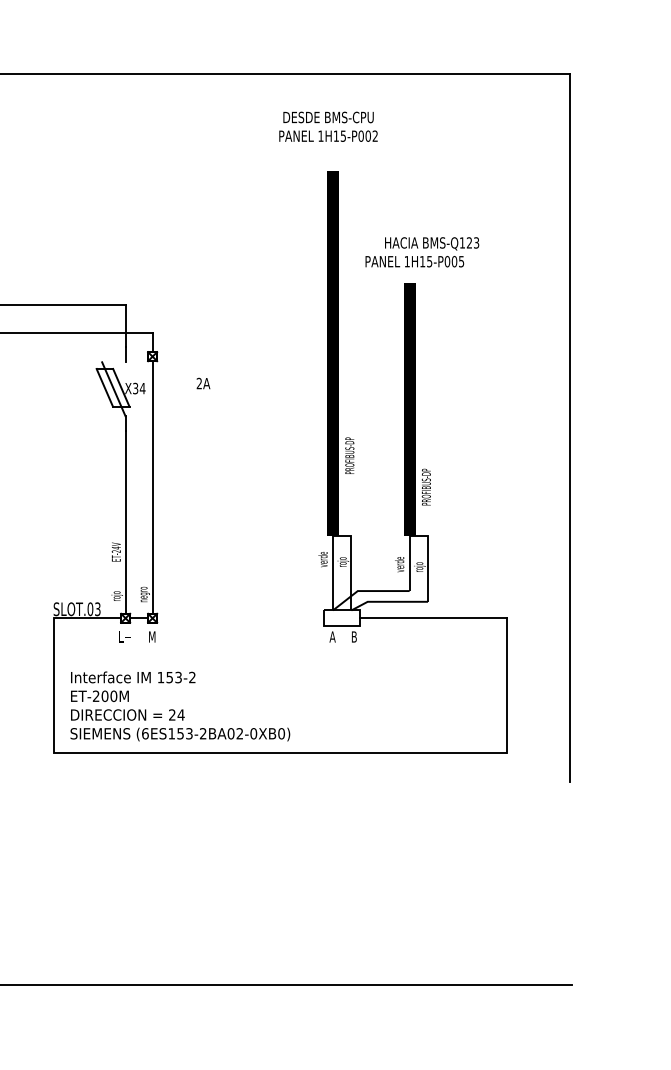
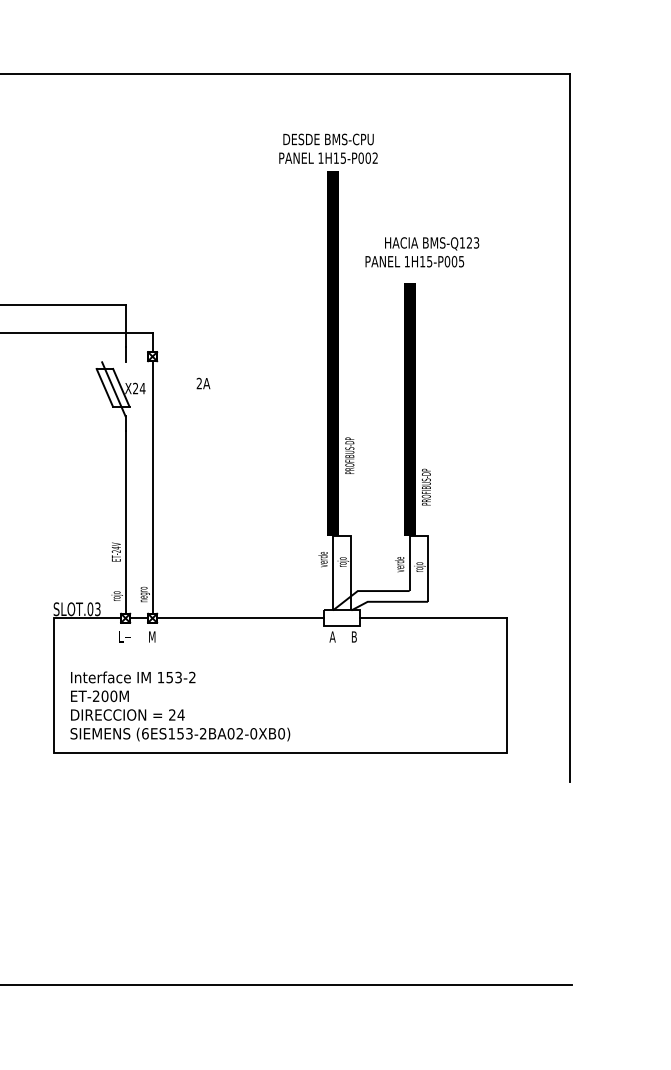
text at (328, 126) position: (328, 126) -> (328, 148)
text at (135, 388): X34 -> X24
line at (240, 618): none -> present
